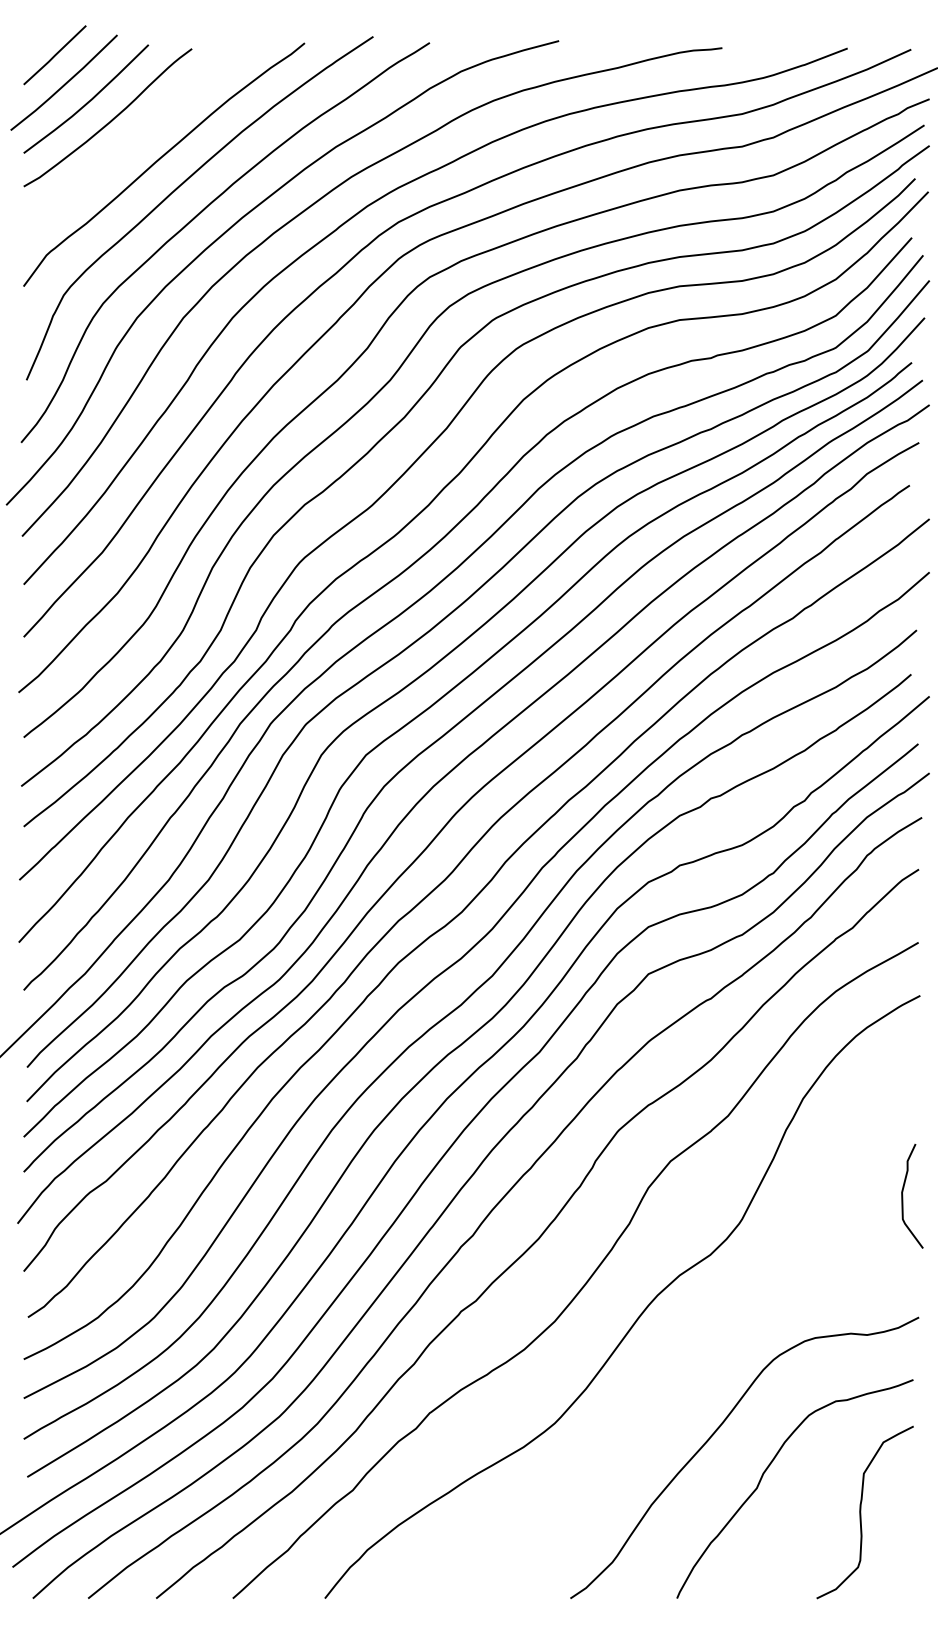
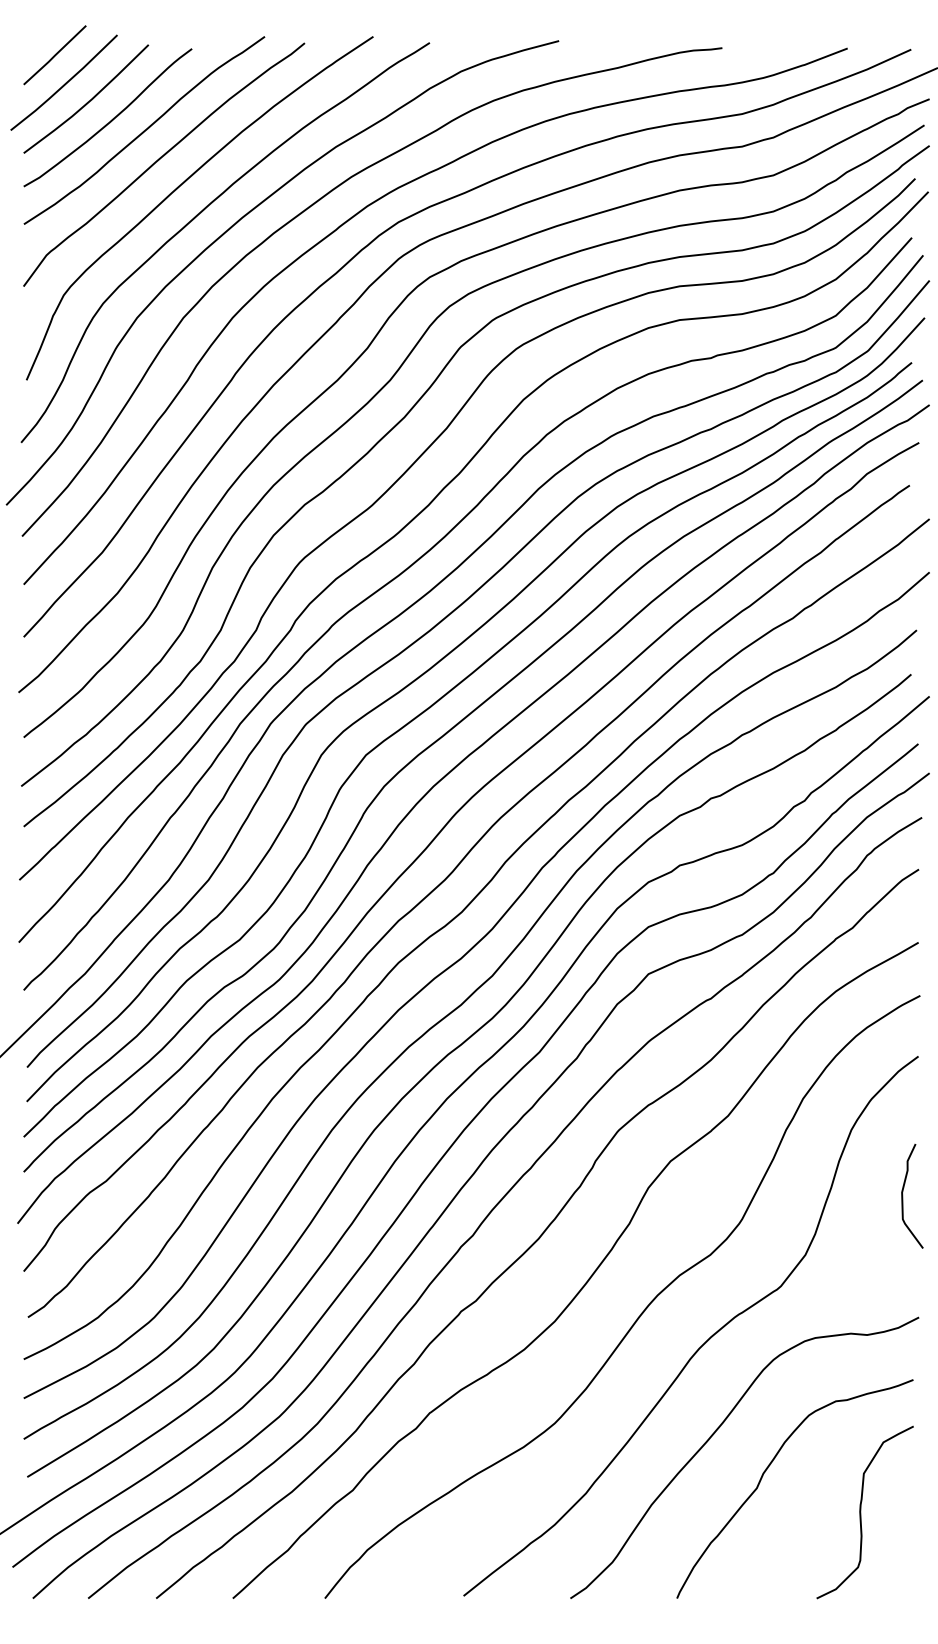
curve at (144, 130): none -> present
curve at (705, 1341): none -> present
